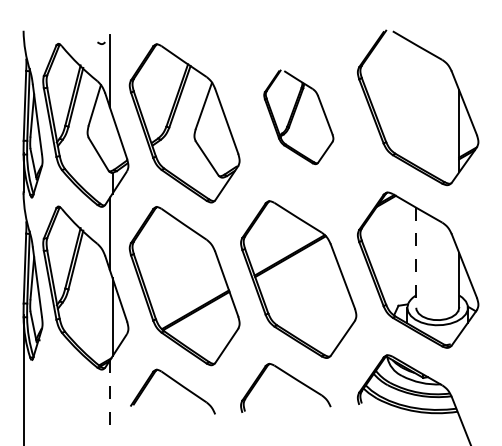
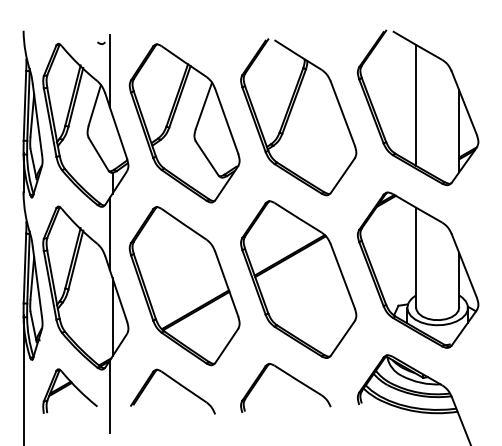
line at (416, 104): none -> present
part at (298, 117) size: 72x97 px -> 118x159 px
line at (416, 258): dashed -> solid
part at (69, 390): none -> present
line at (109, 397): dashed -> solid
